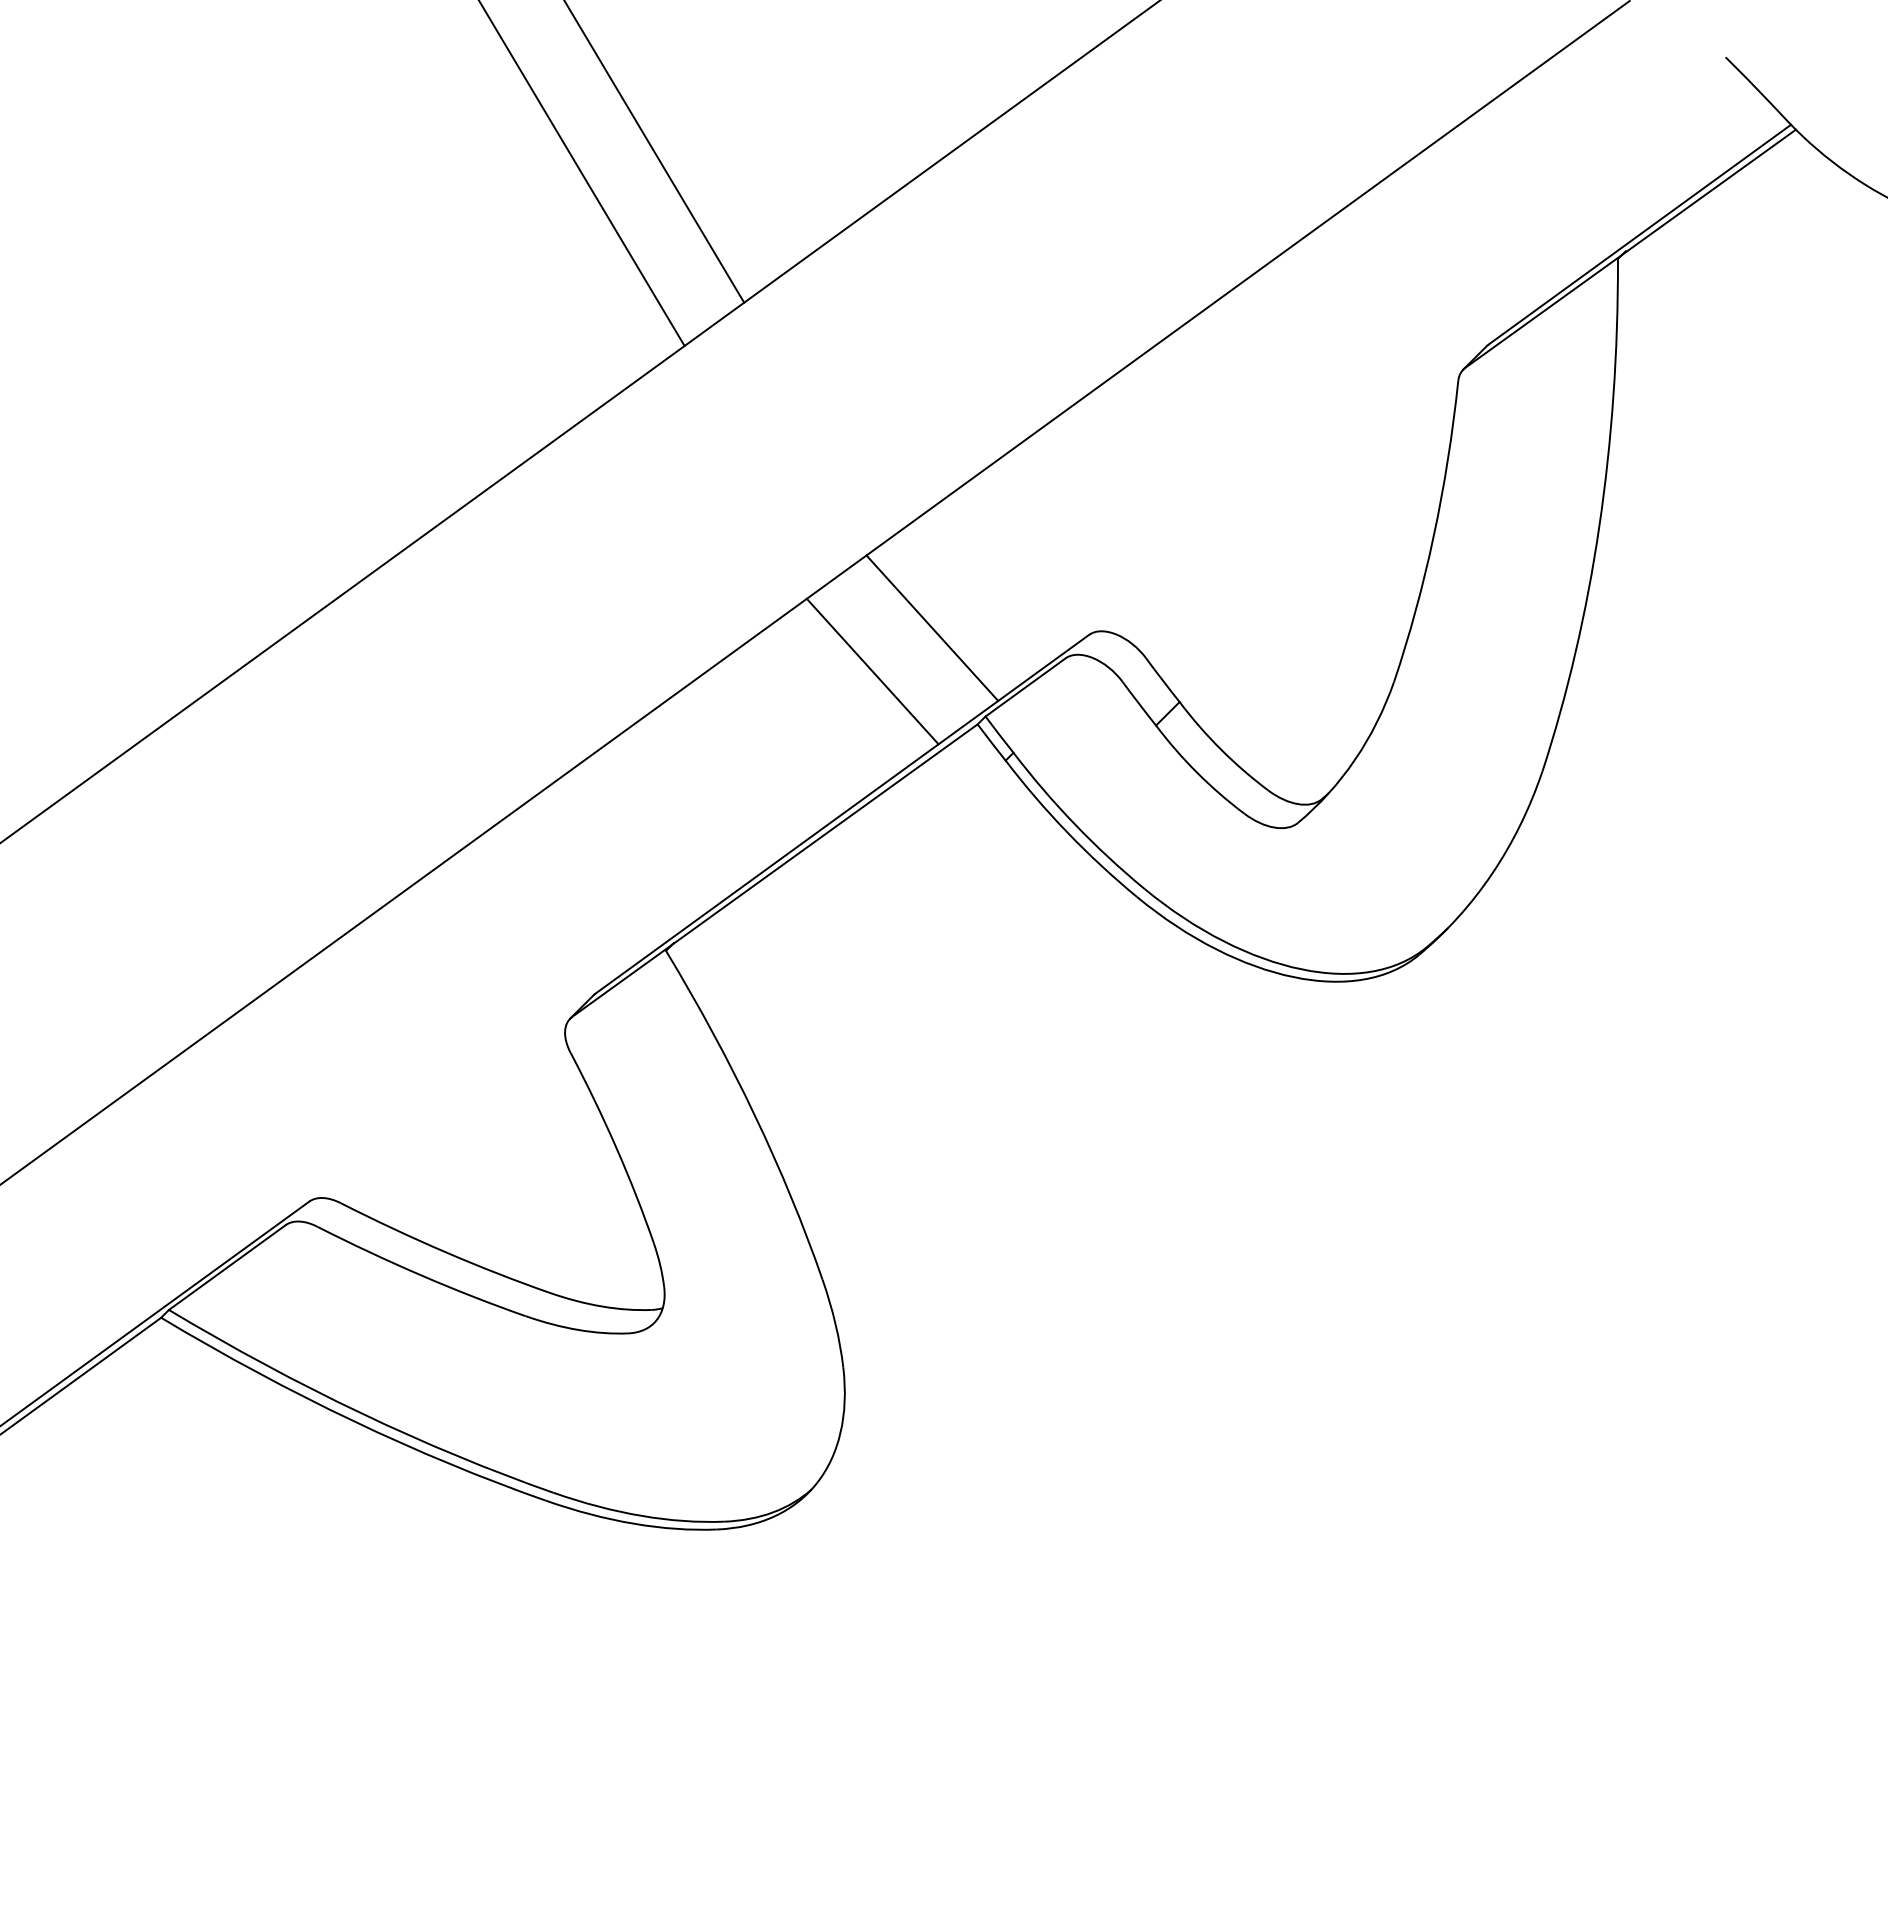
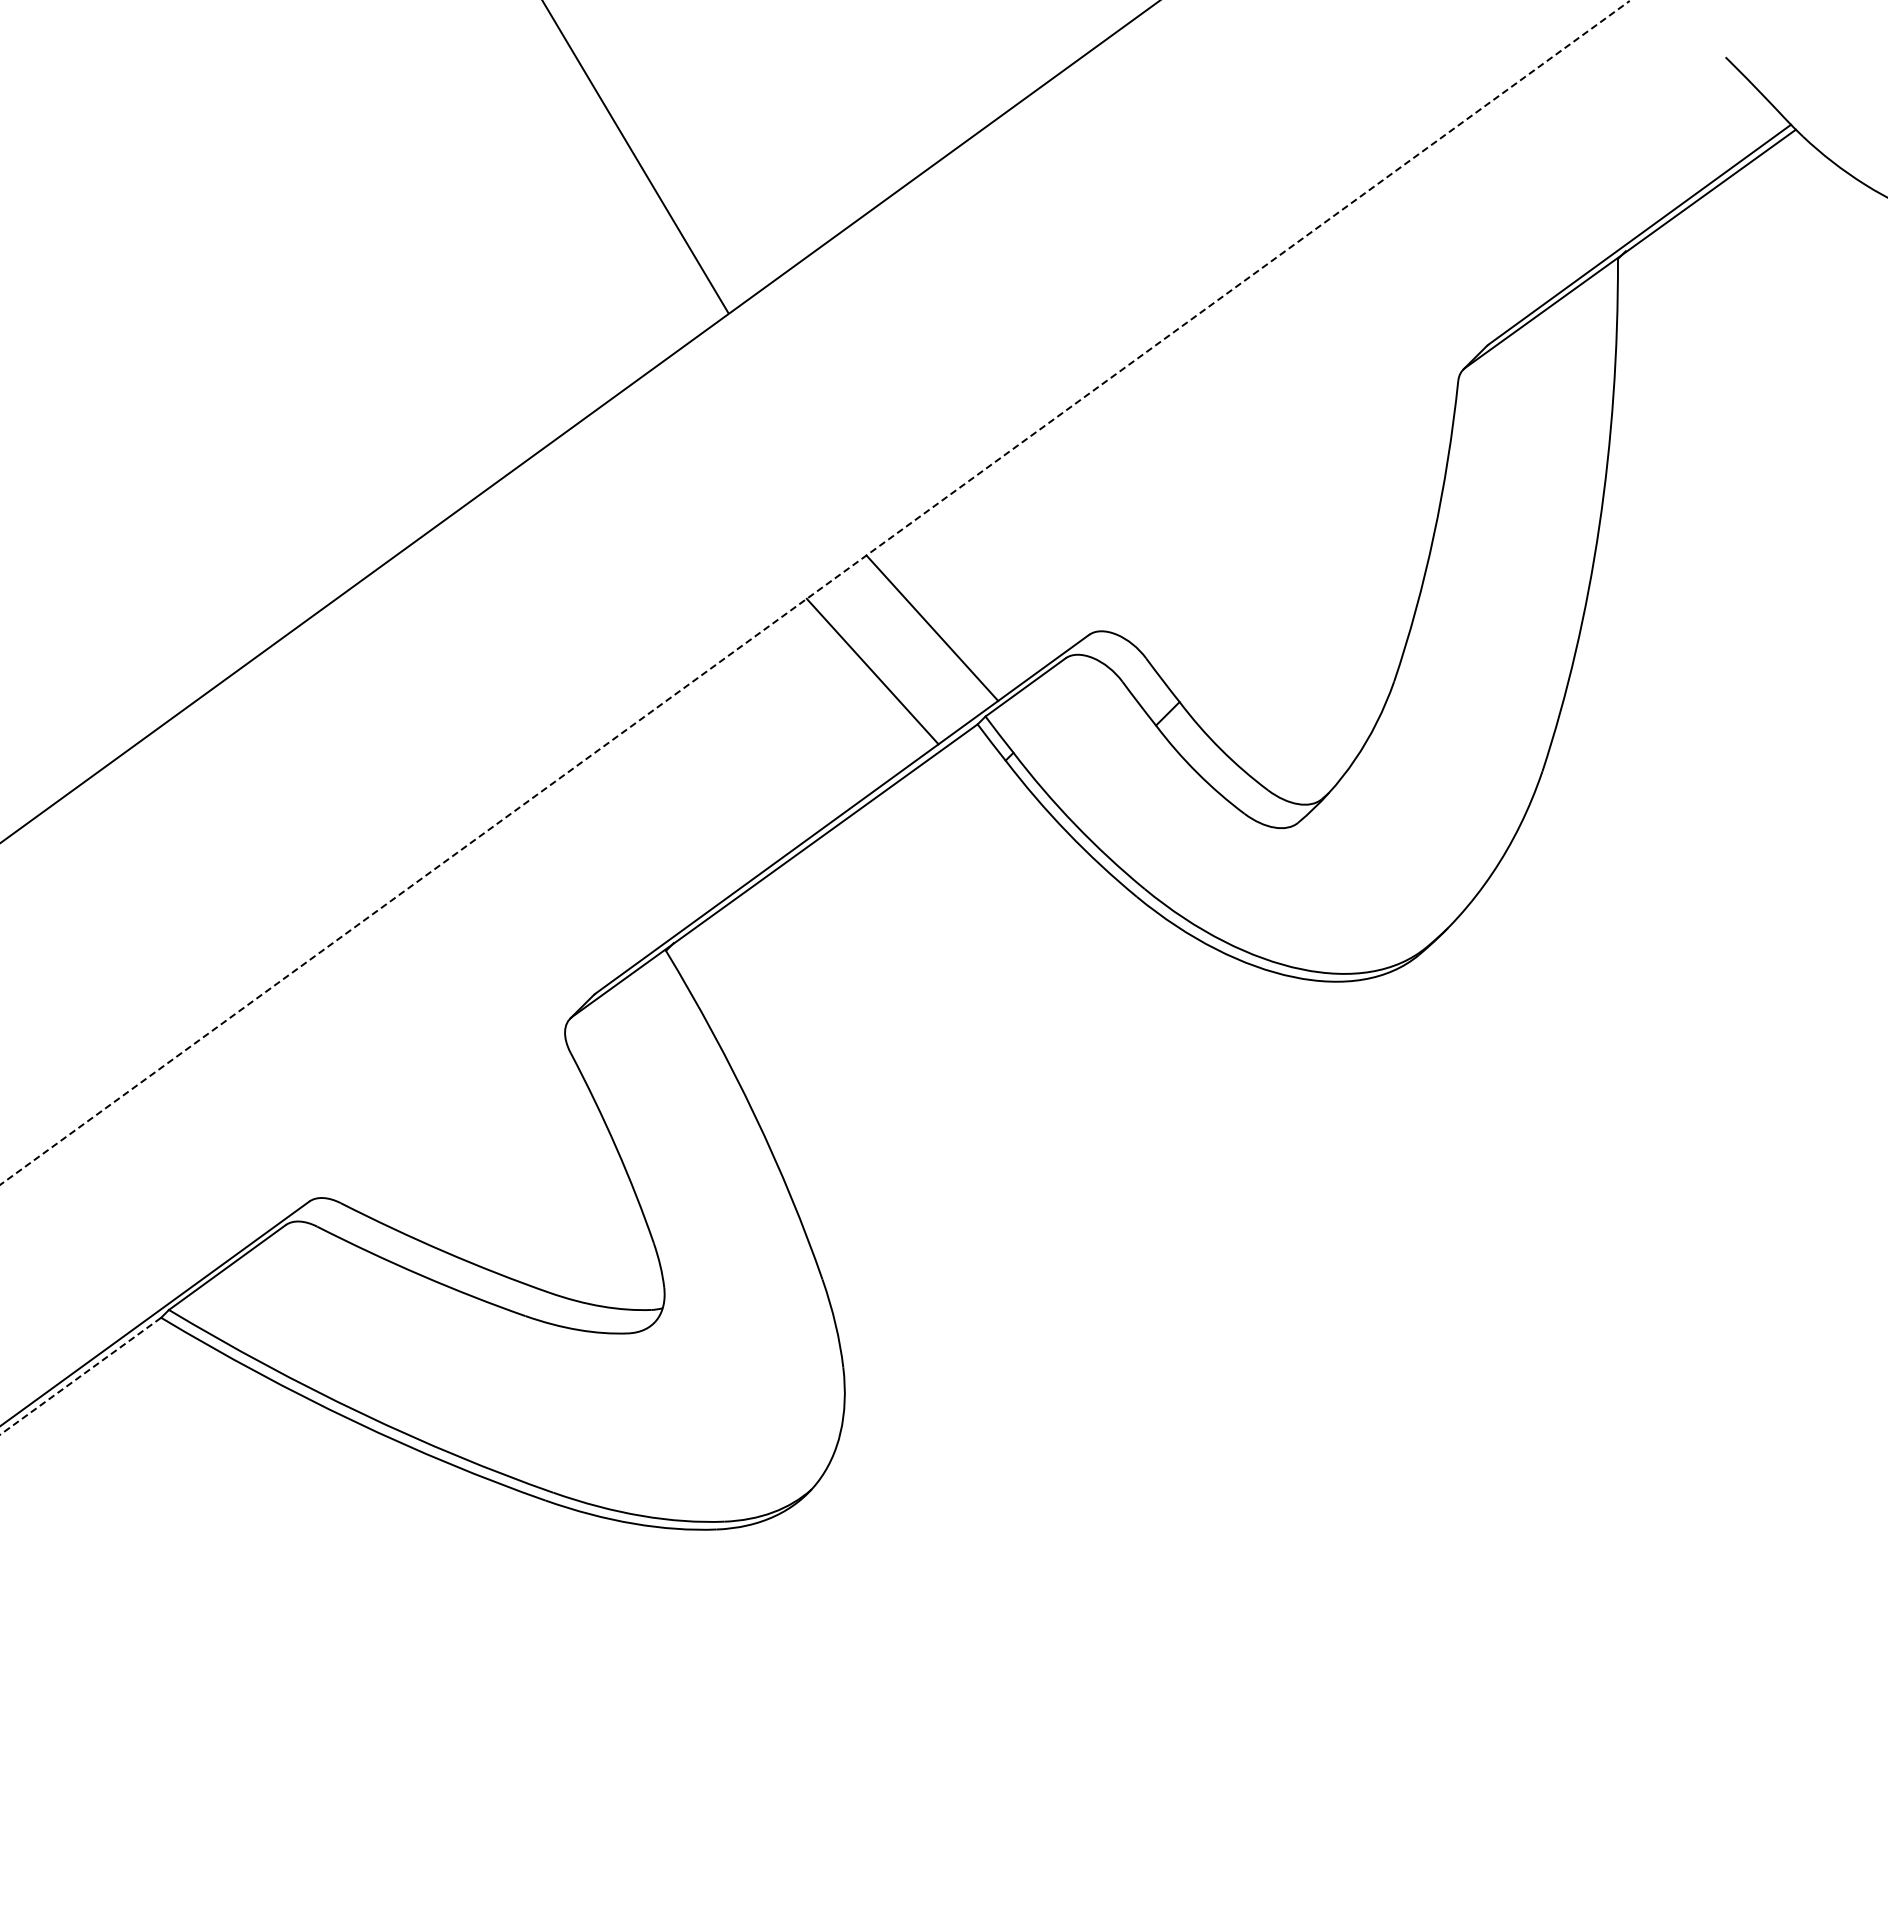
line at (654, 152) position: (654, 152) -> (635, 157)
line at (581, 173): present -> none
line at (815, 592): solid -> dashed
line at (80, 1376): solid -> dashed
